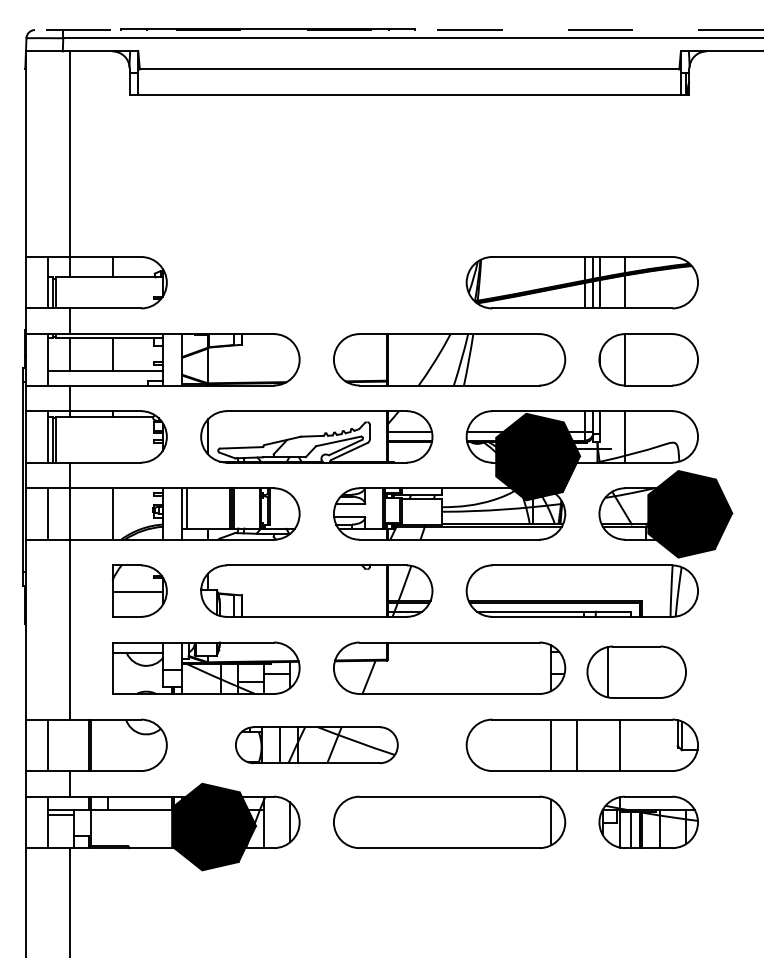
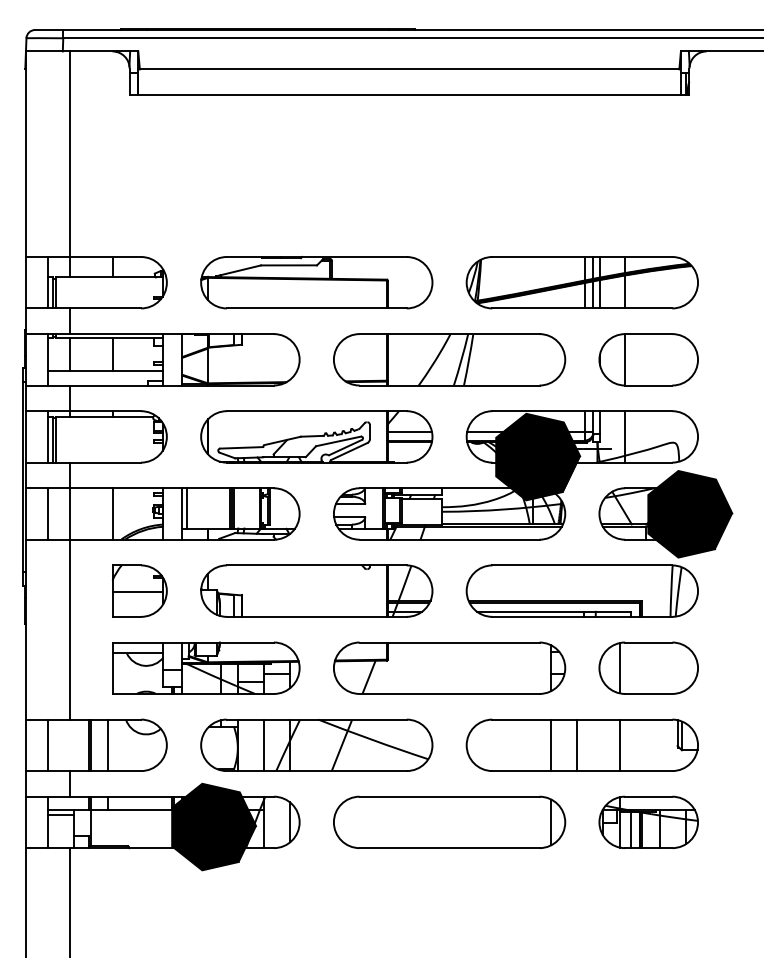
line at (398, 30): dashed -> solid
part at (316, 282): none -> present
part at (636, 671) position: (636, 671) -> (648, 667)
line at (107, 744): none -> present
part at (316, 745) size: 164x39 px -> 234x54 px
